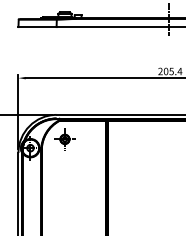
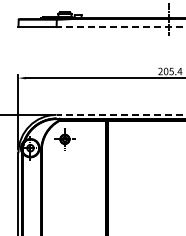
line at (120, 27): solid -> dashed
line at (120, 114): solid -> dashed
